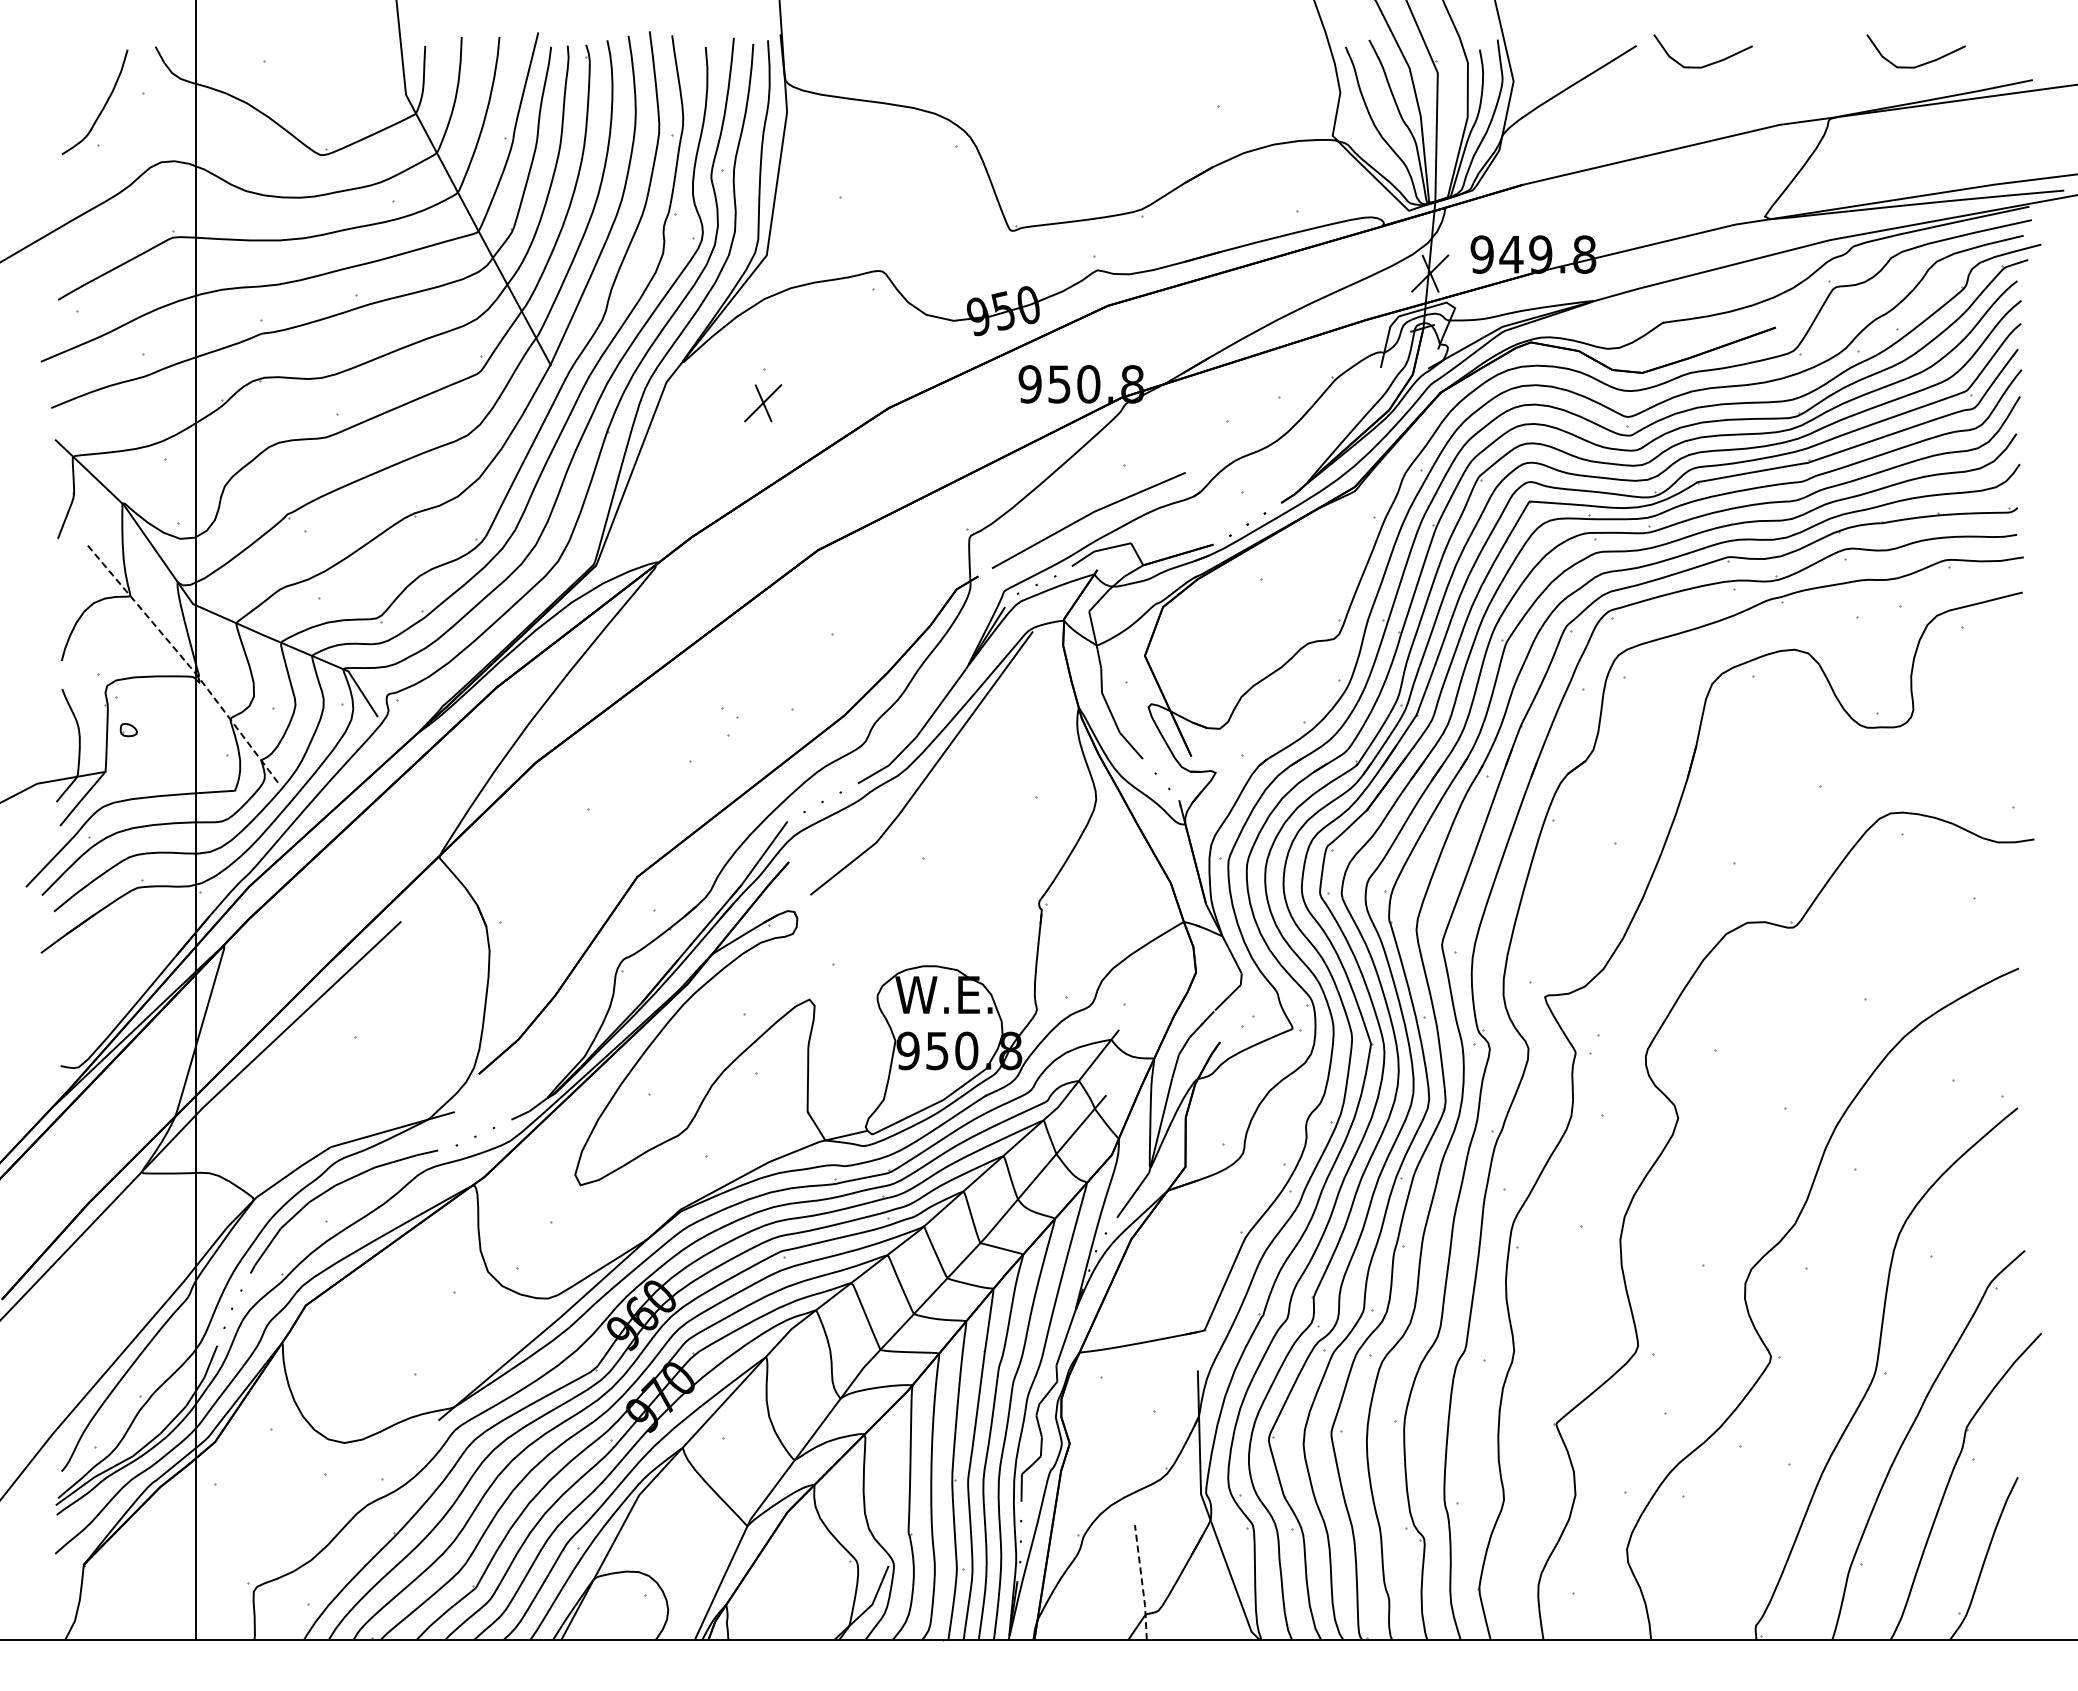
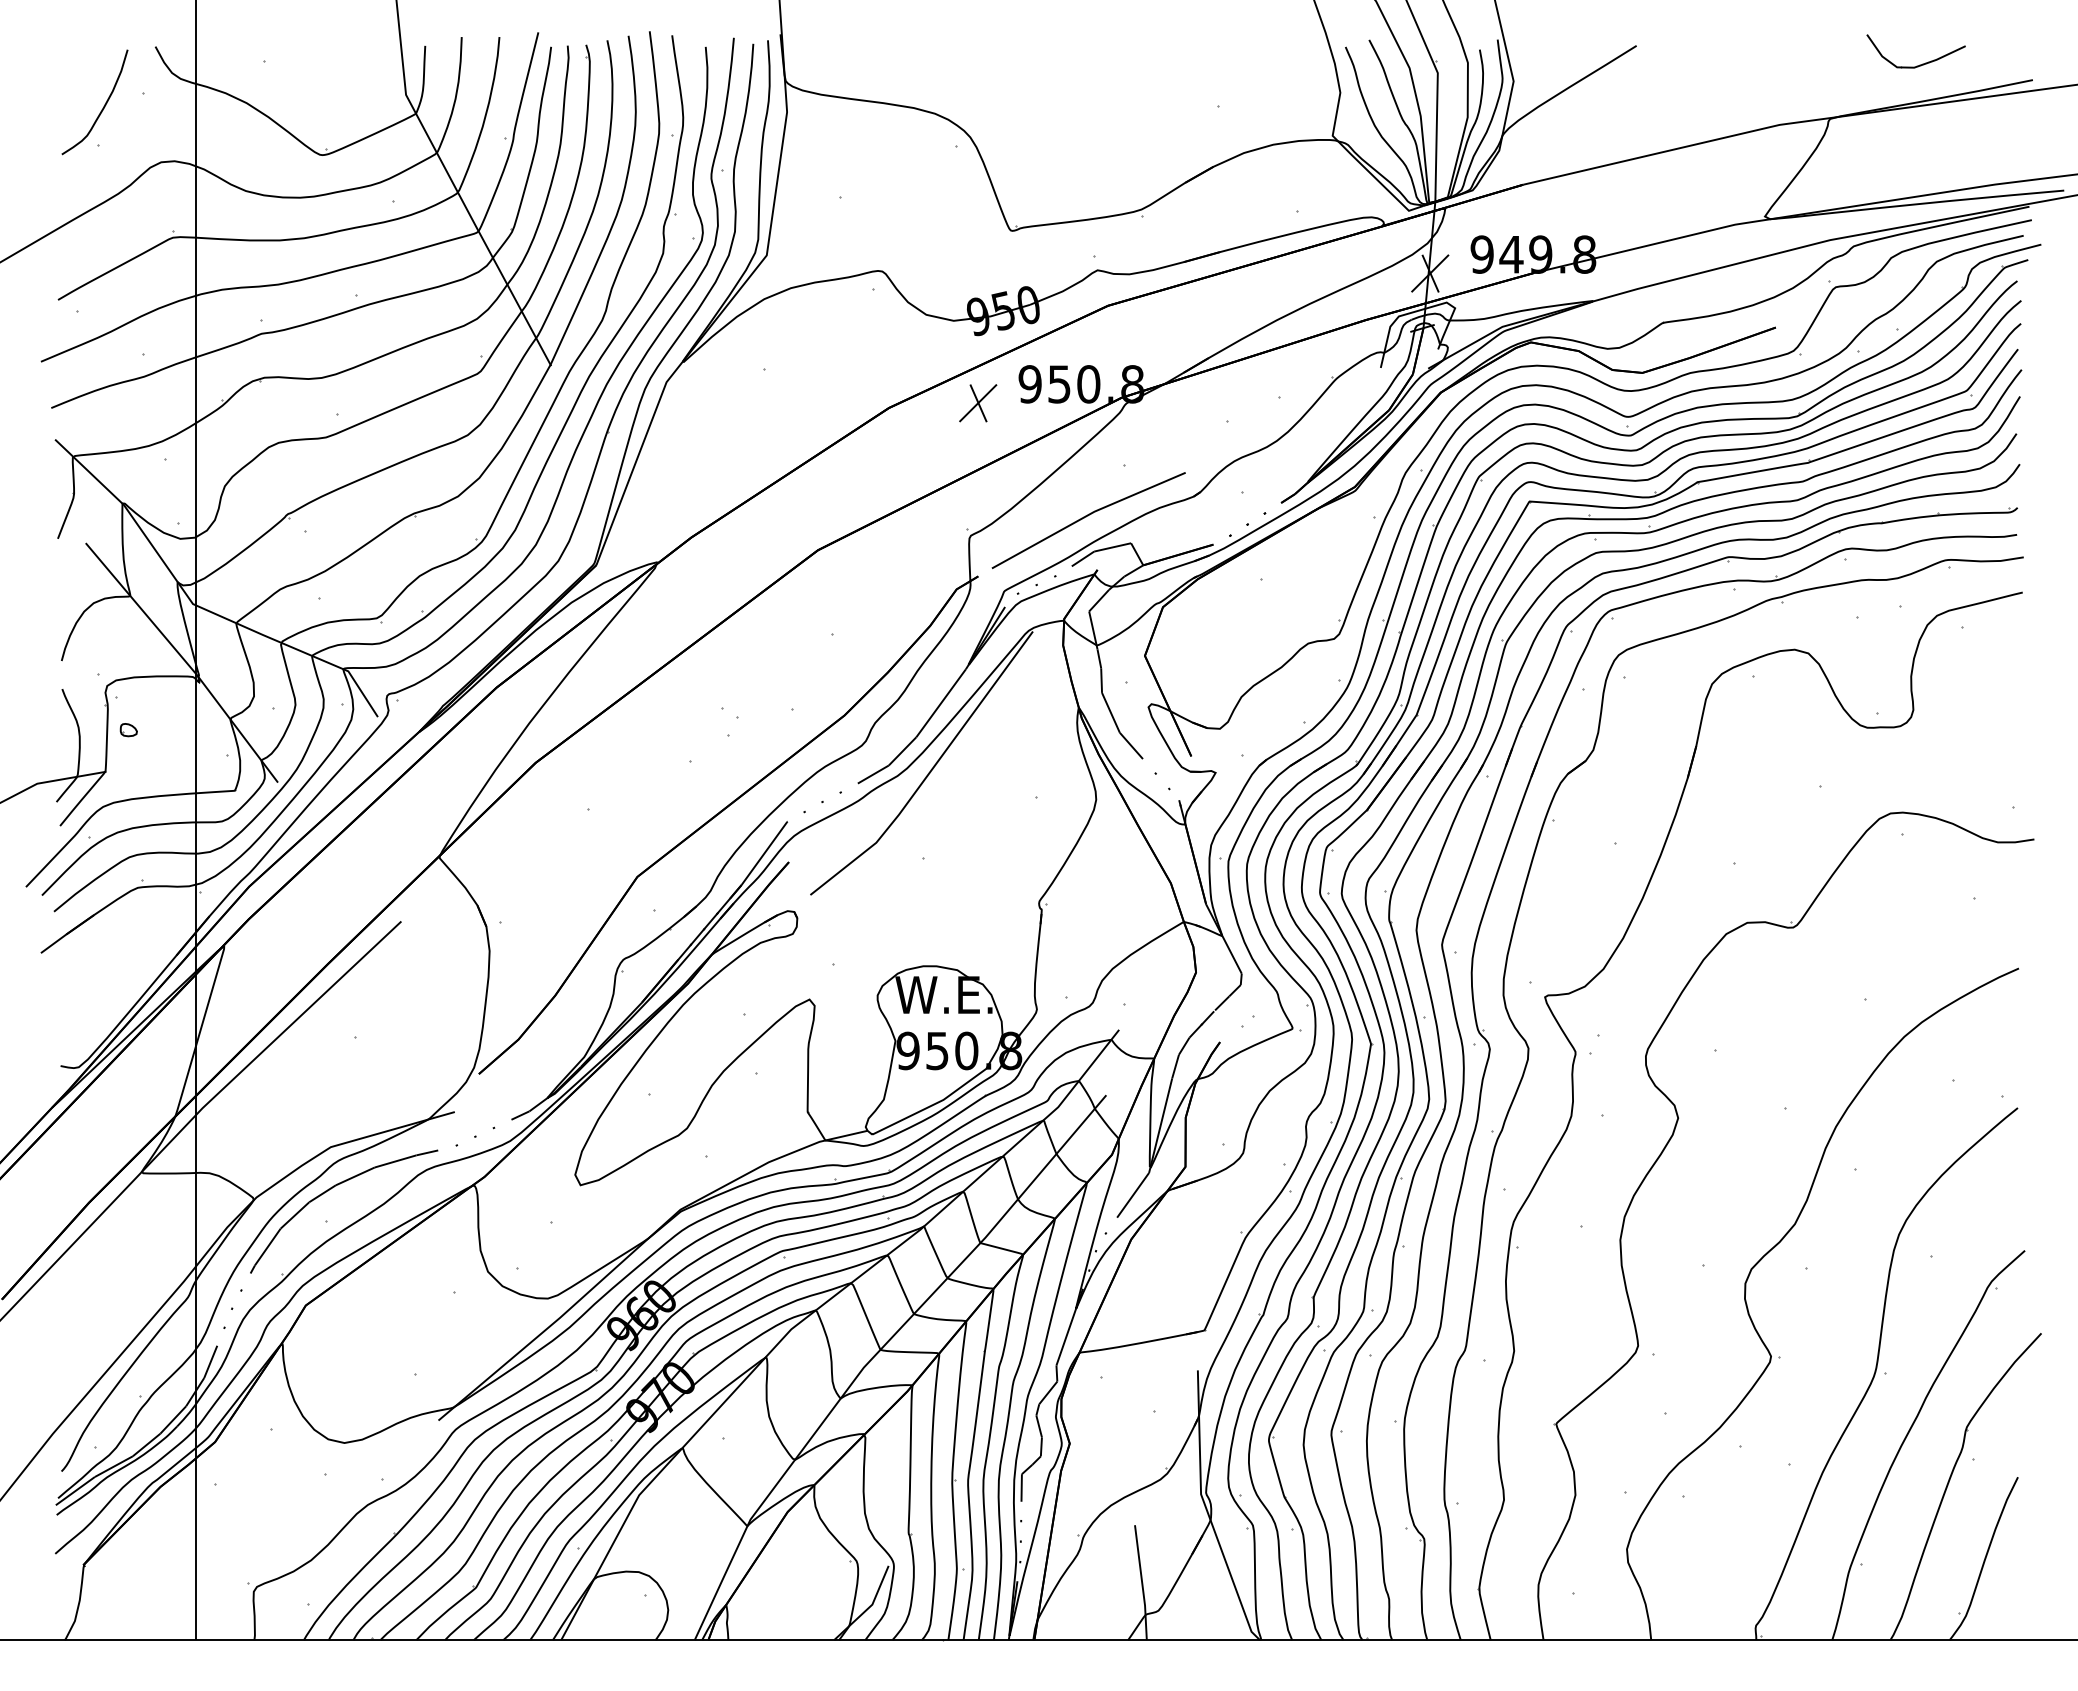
part at (1706, 64): present -> none
part at (763, 403) position: (763, 403) -> (978, 403)
line at (185, 661): dashed -> solid
line at (1142, 1583): dashed -> solid
